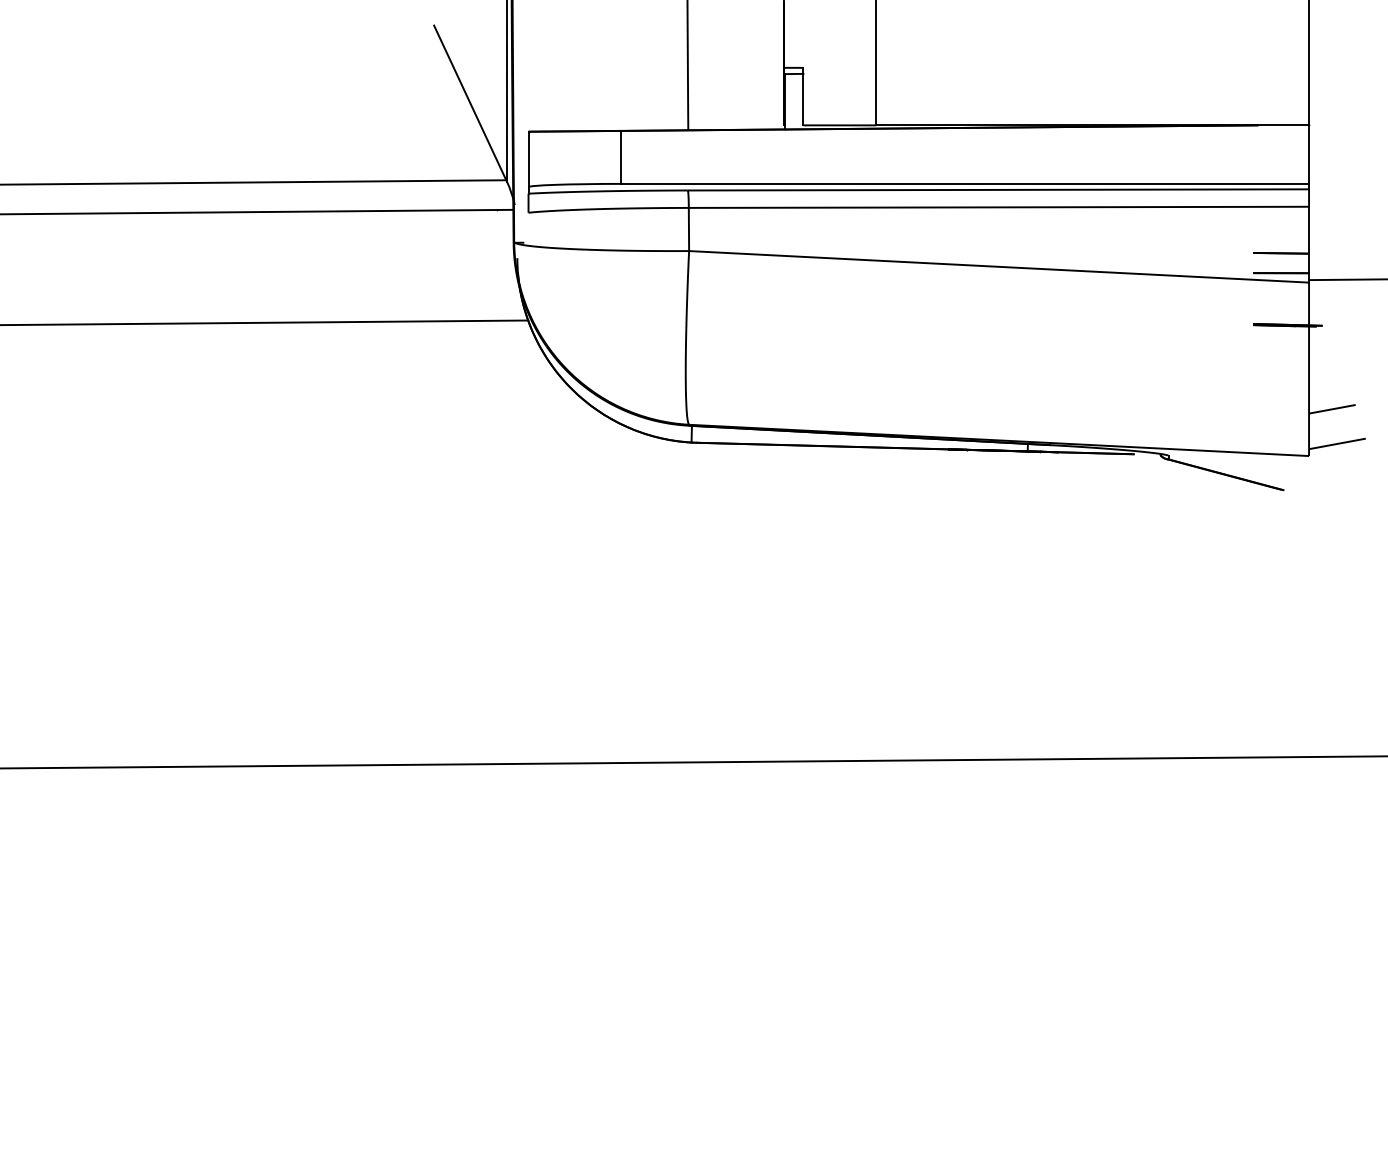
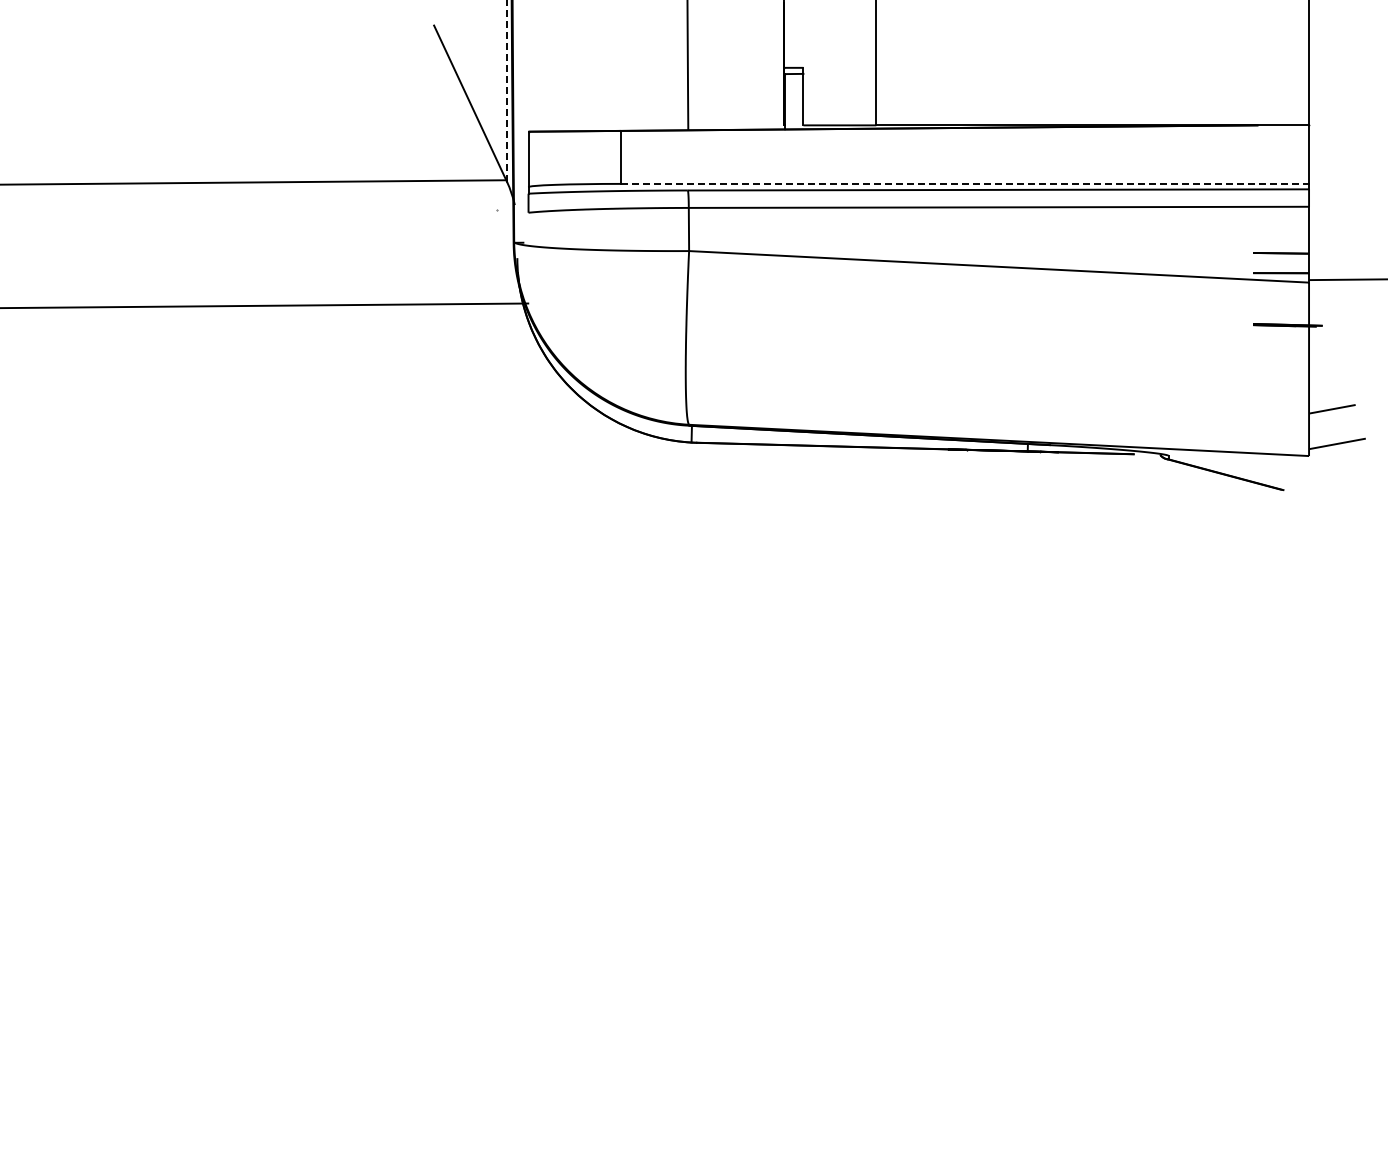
line at (506, 90): solid -> dashed
line at (965, 183): solid -> dashed
line at (257, 211): present -> none
line at (265, 322) position: (265, 322) -> (265, 305)
line at (693, 762): present -> none
